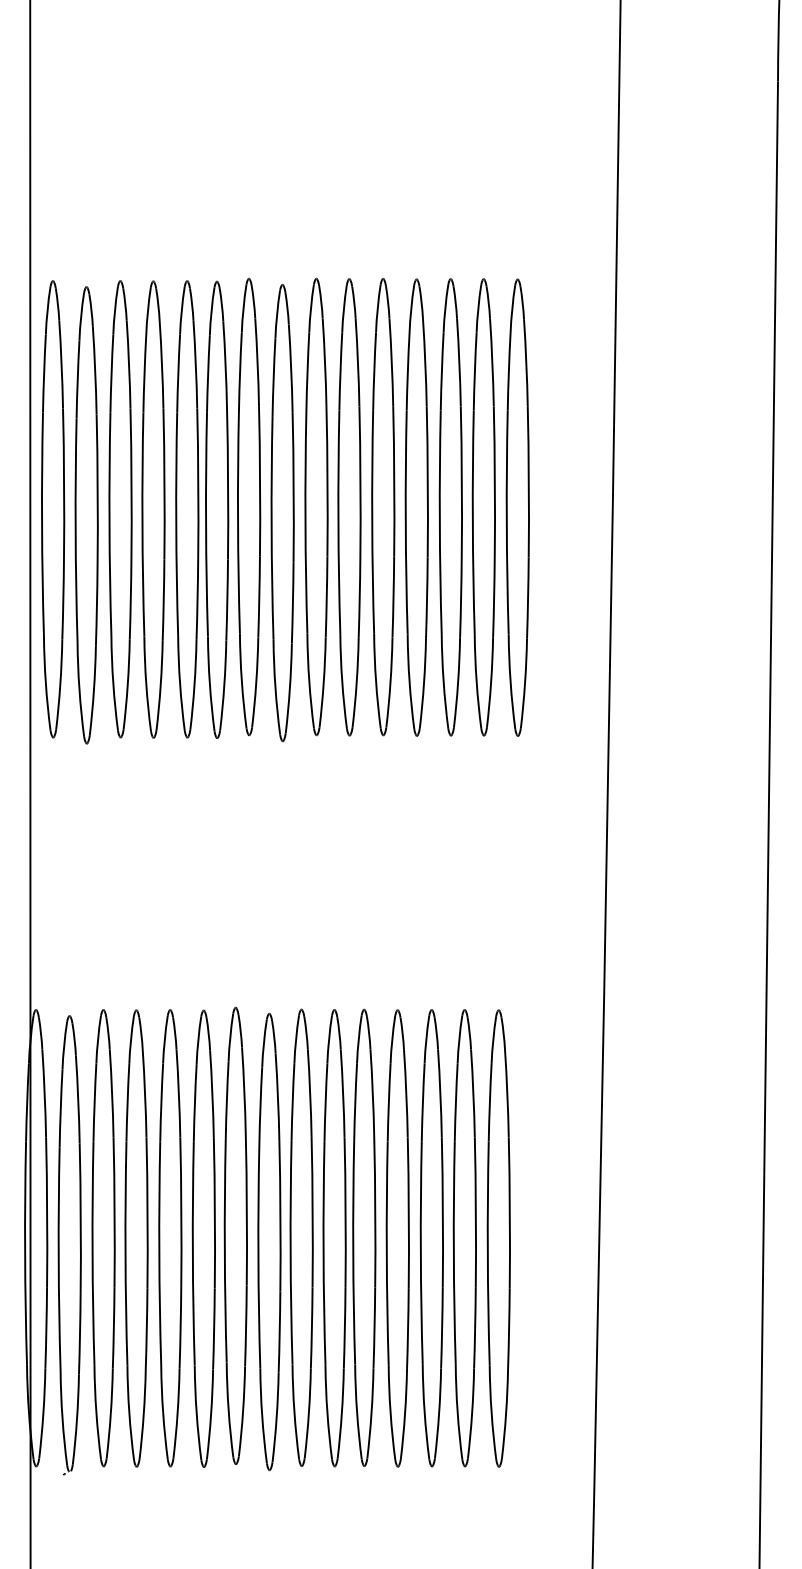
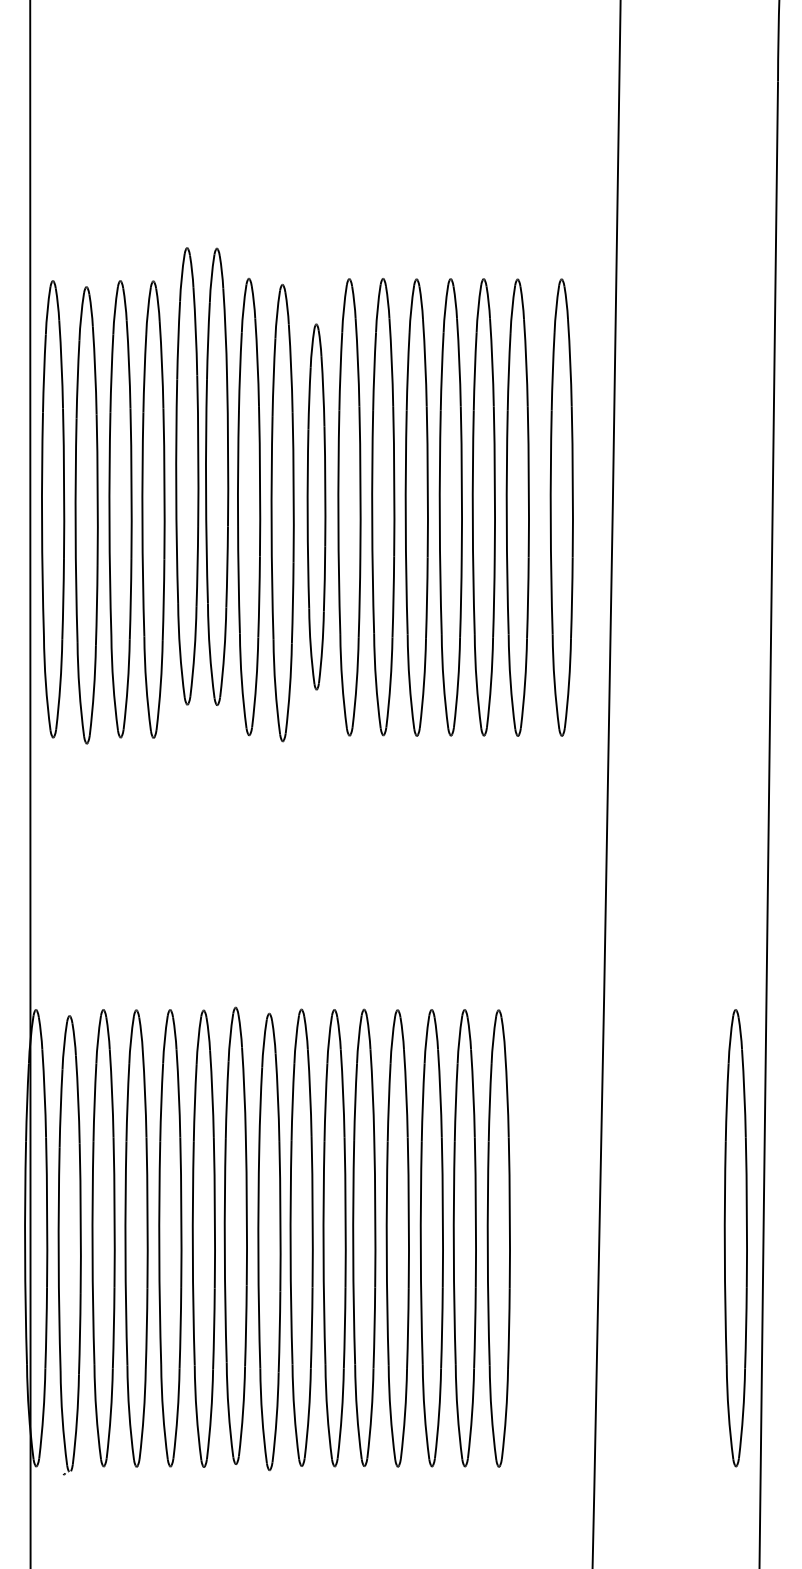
part at (316, 506) size: 25x460 px -> 21x368 px
part at (561, 507): none -> present
part at (202, 509) position: (202, 509) -> (202, 476)
part at (735, 1238): none -> present
